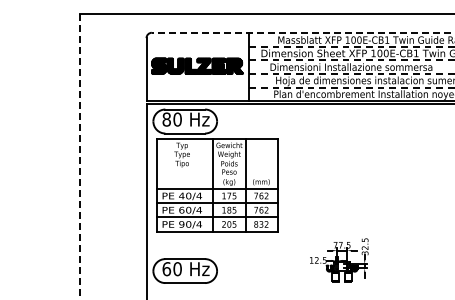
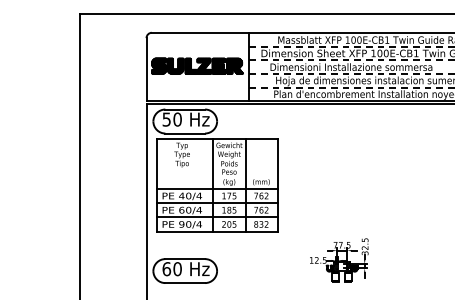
line at (302, 32): dashed -> solid
text at (166, 119): 80 -> 50
line at (79, 157): dashed -> solid
